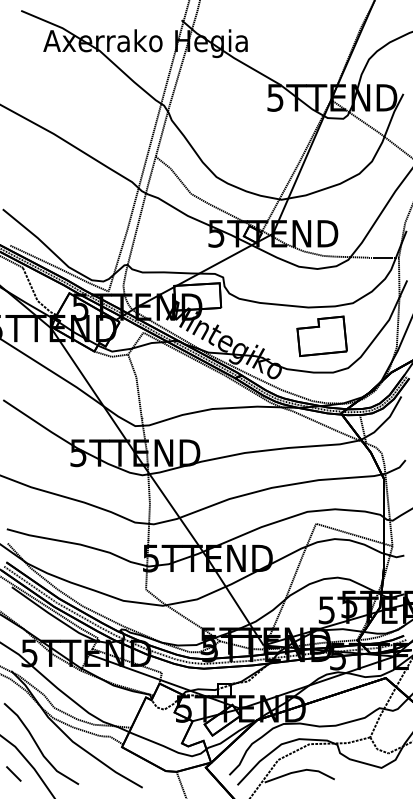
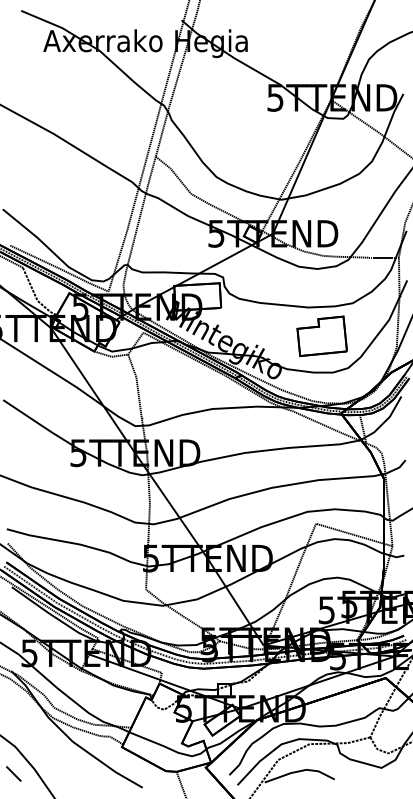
curve at (38, 745): present -> none
